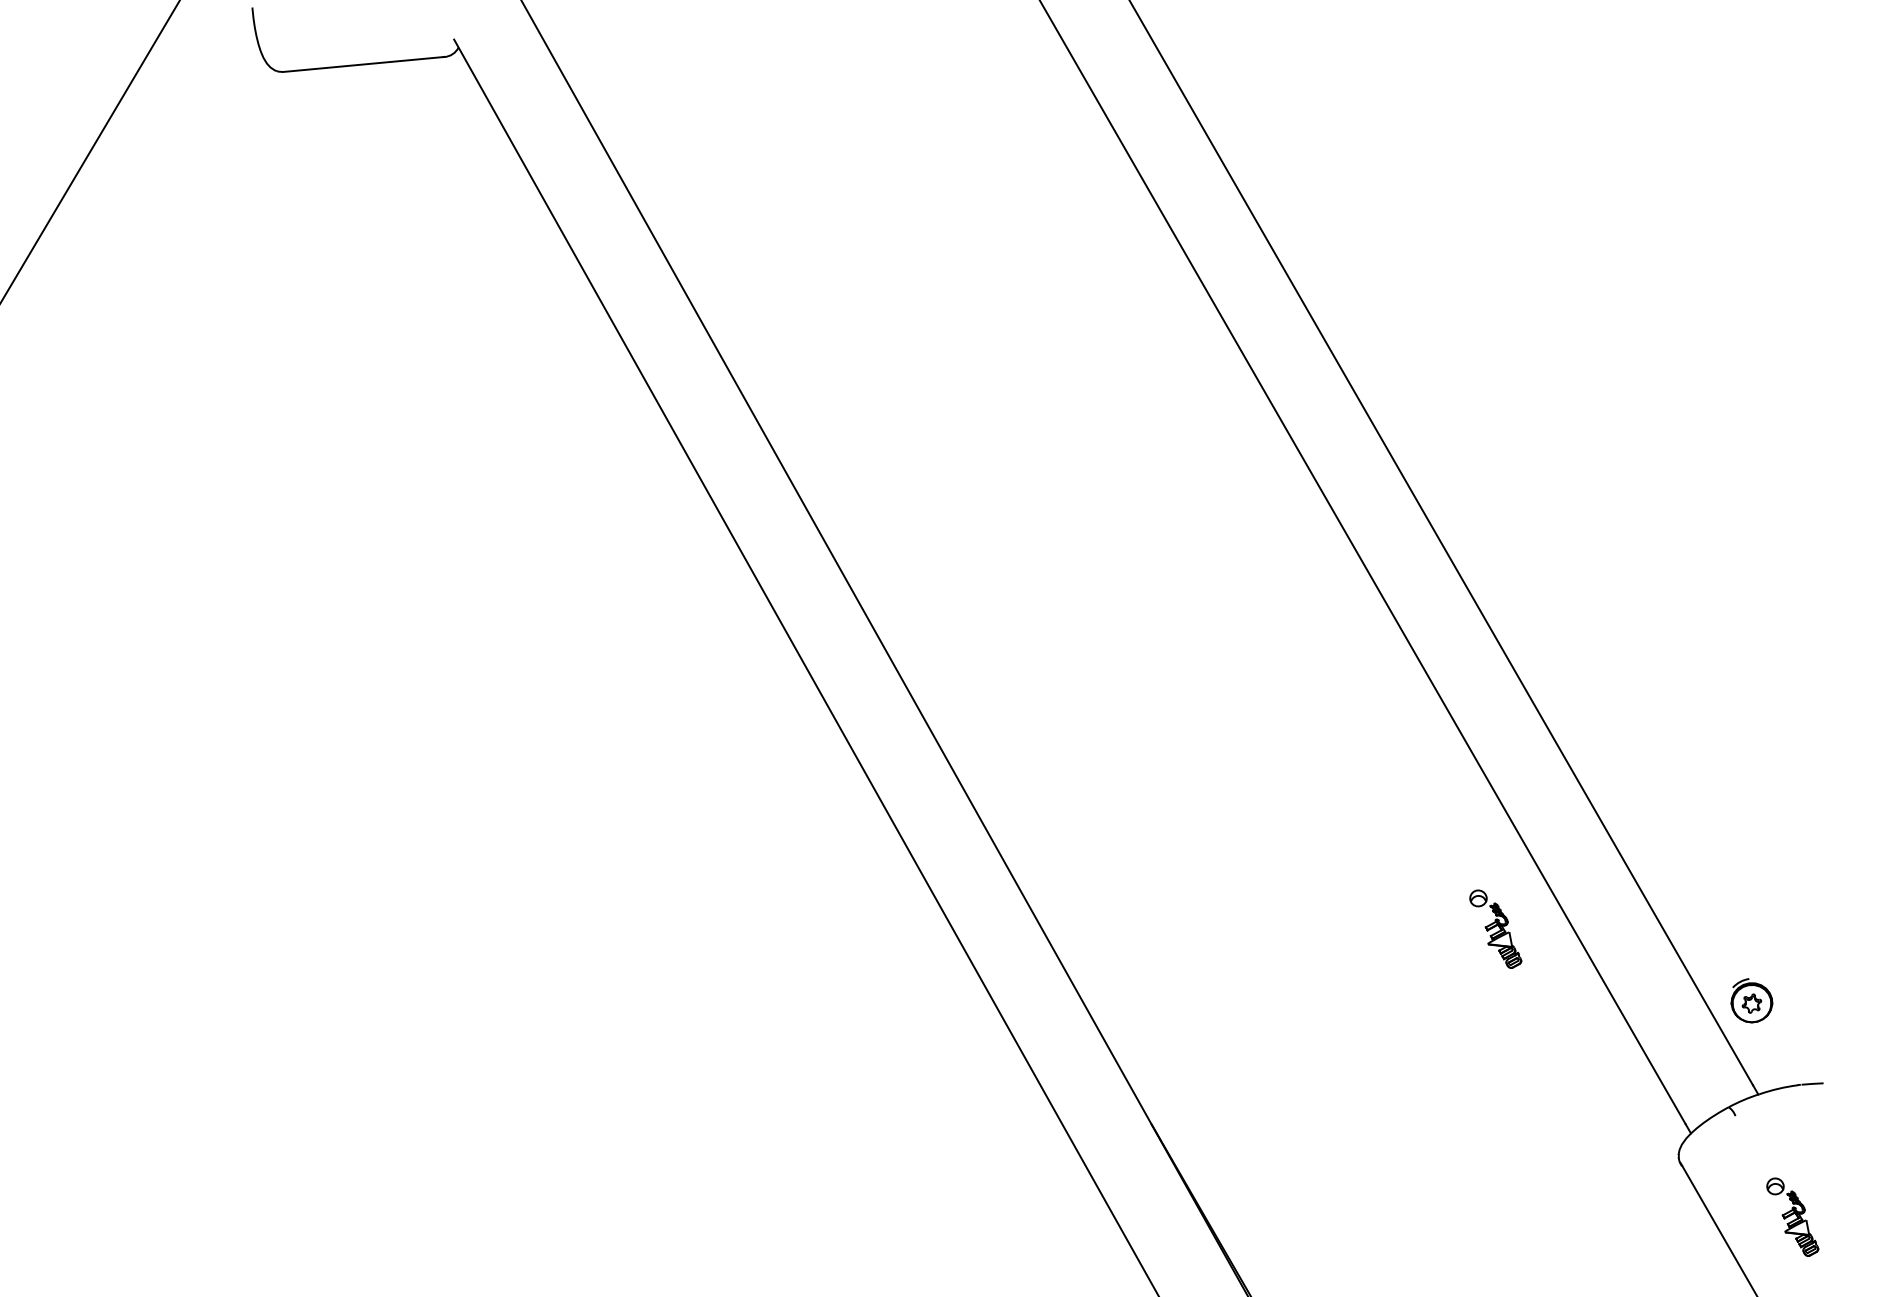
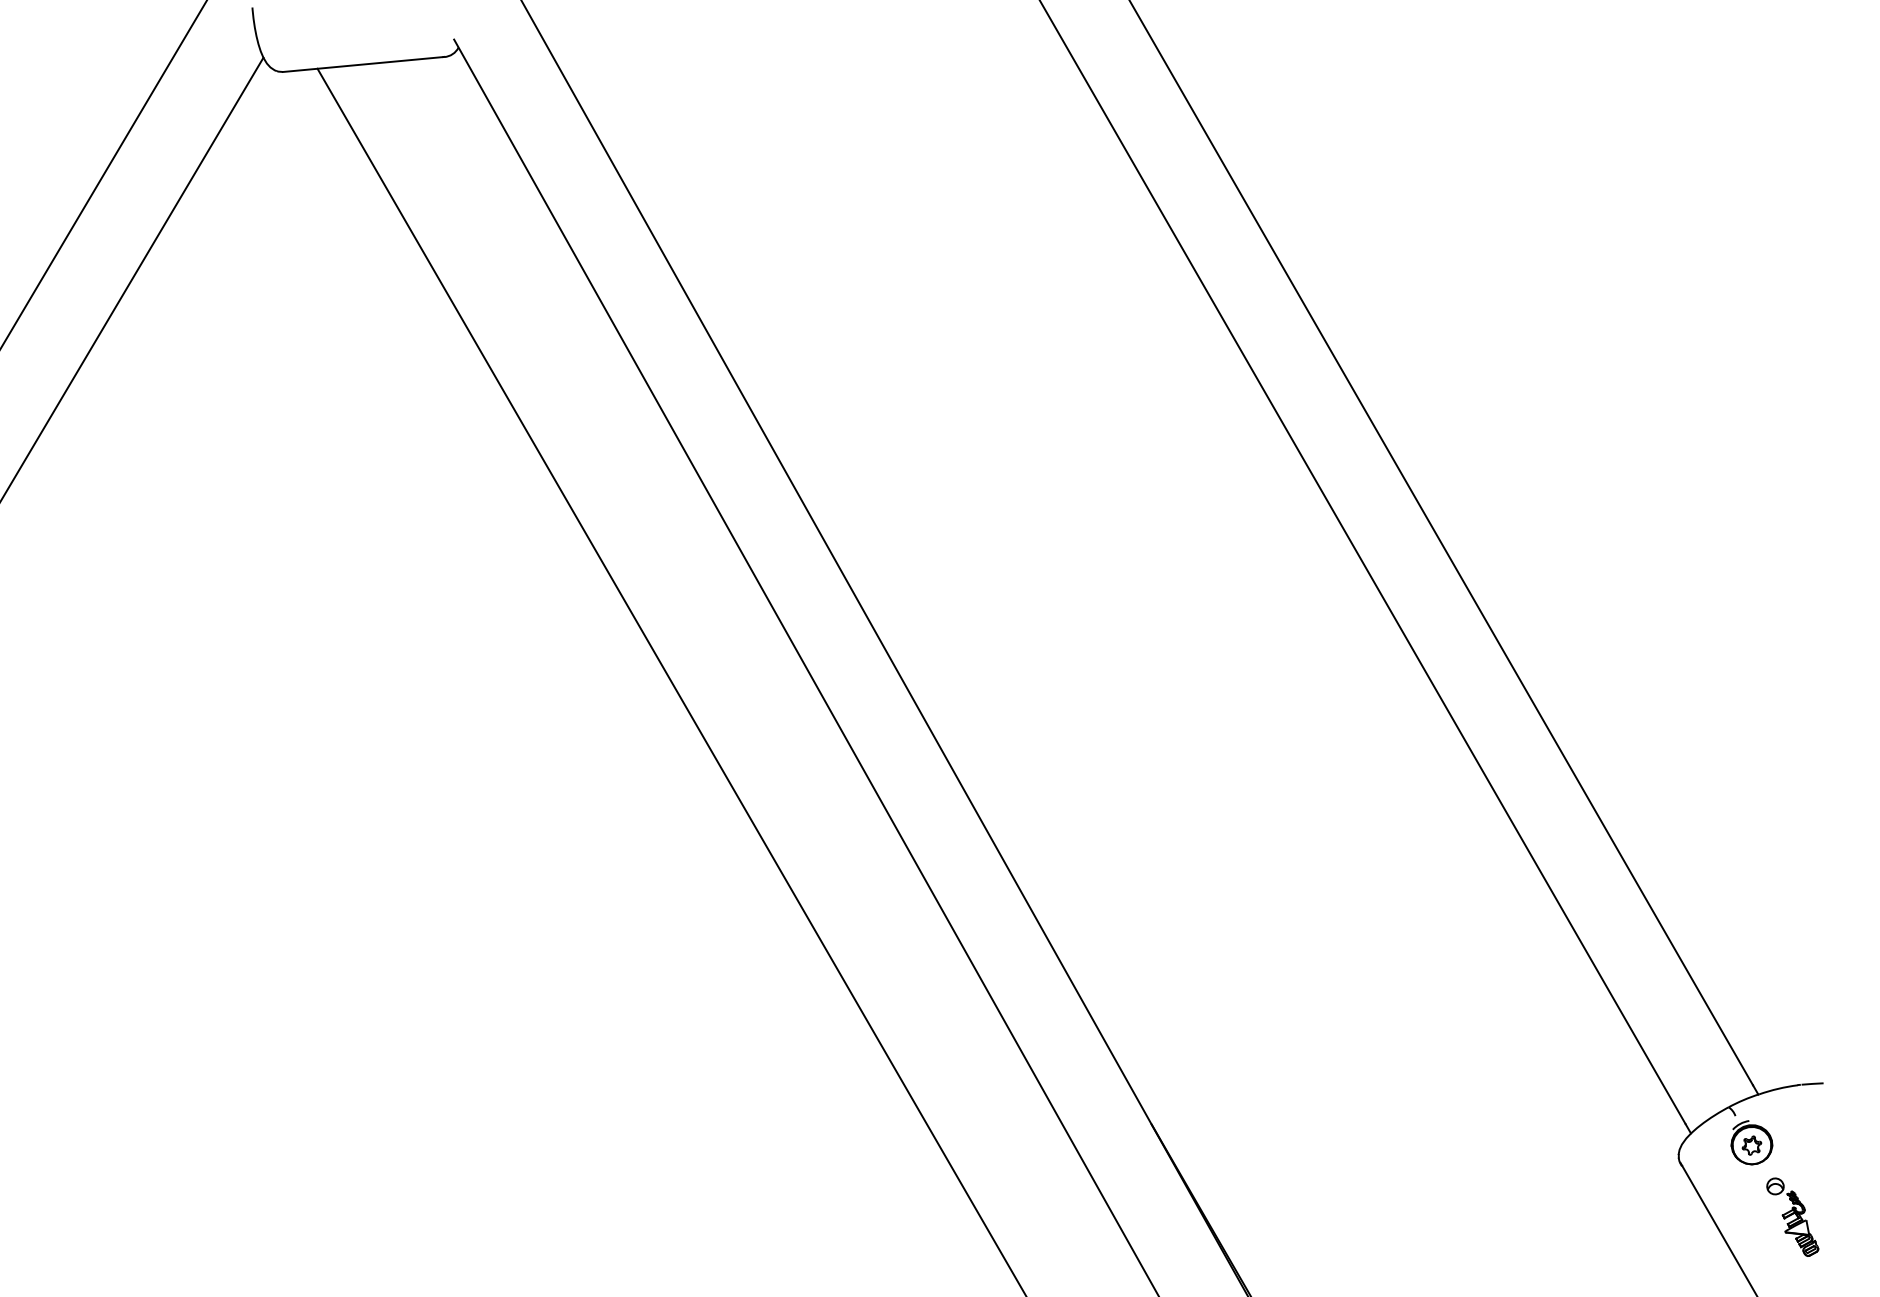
line at (90, 151) position: (90, 151) -> (103, 174)
line at (132, 277): none -> present
line at (670, 680): none -> present
part at (1495, 928): present -> none
part at (1751, 1000) position: (1751, 1000) -> (1751, 1142)
